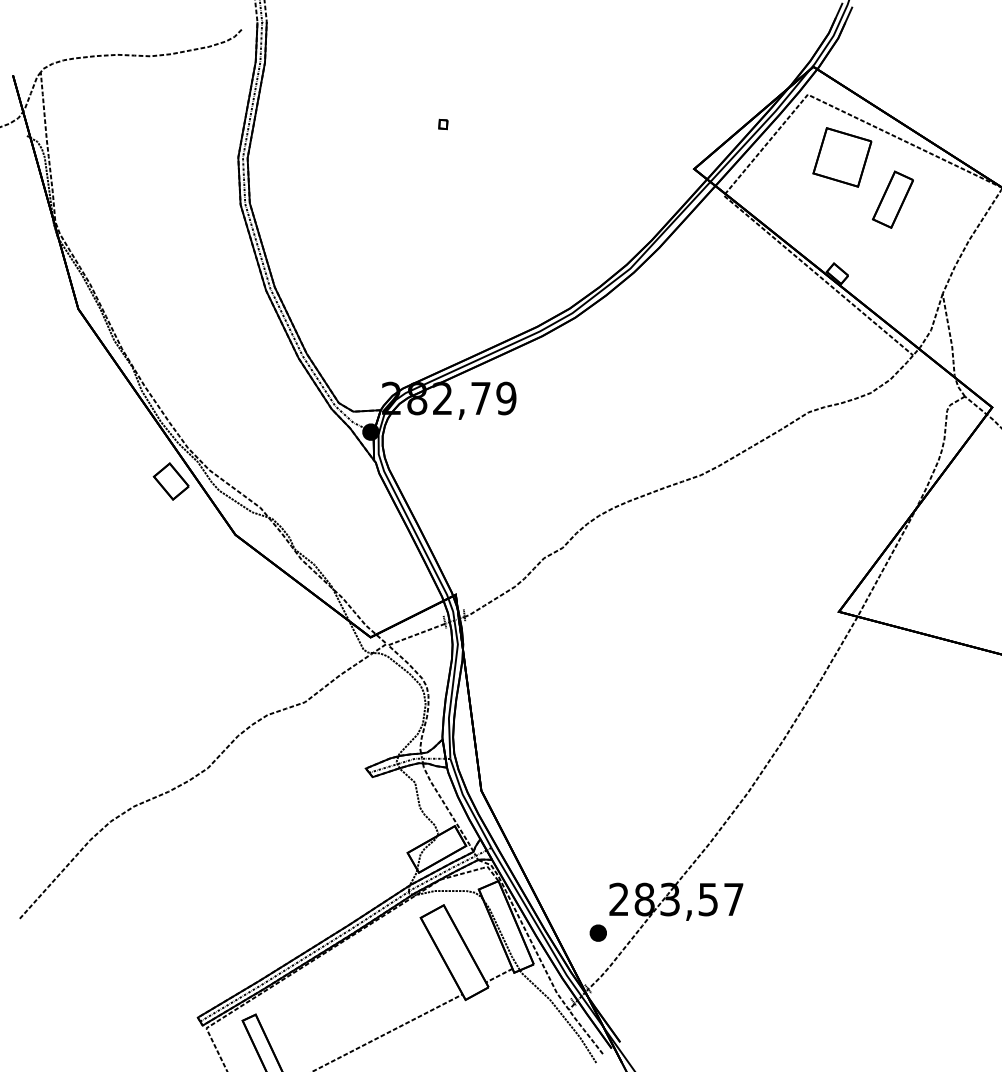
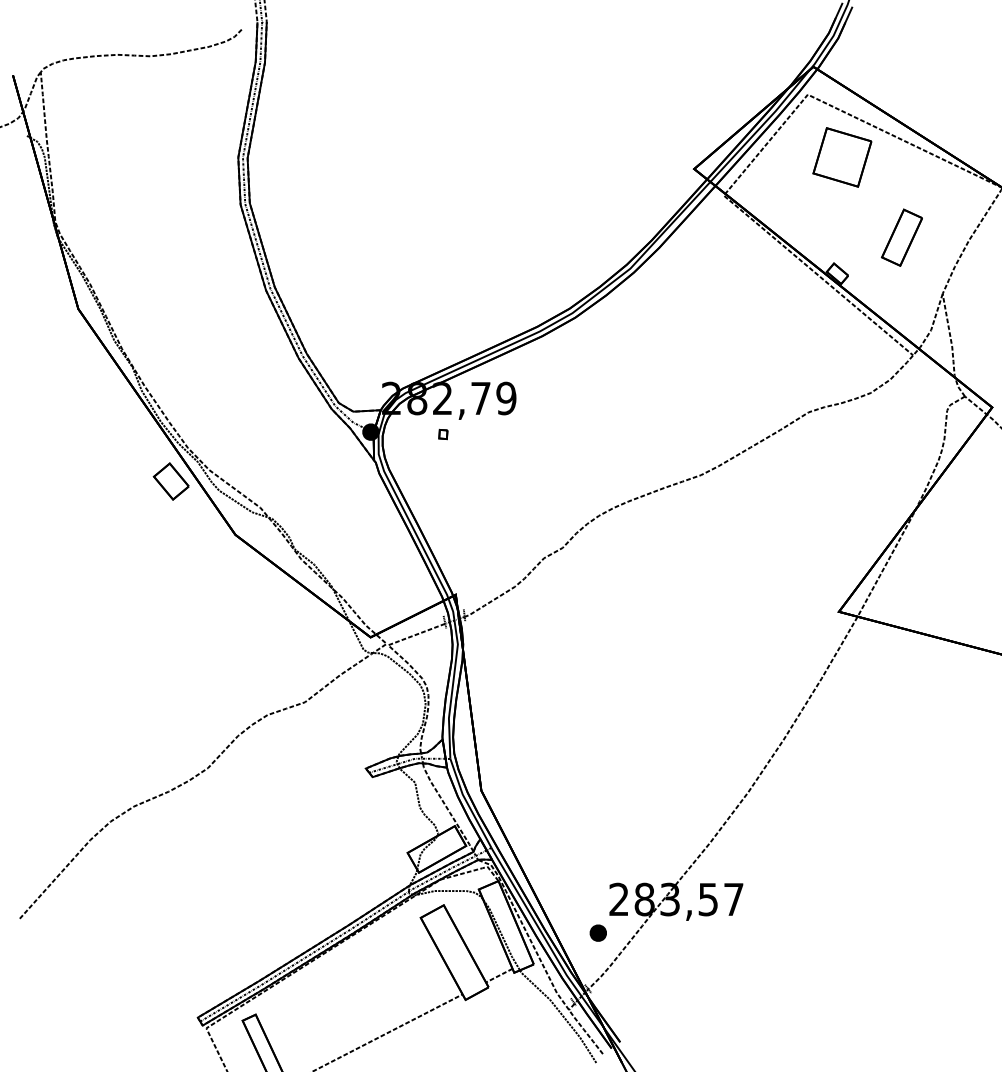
part at (443, 124) position: (443, 124) -> (443, 434)
part at (892, 199) position: (892, 199) -> (901, 237)
